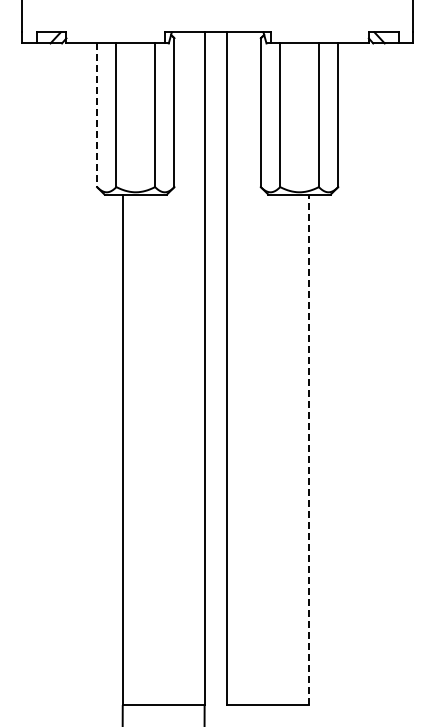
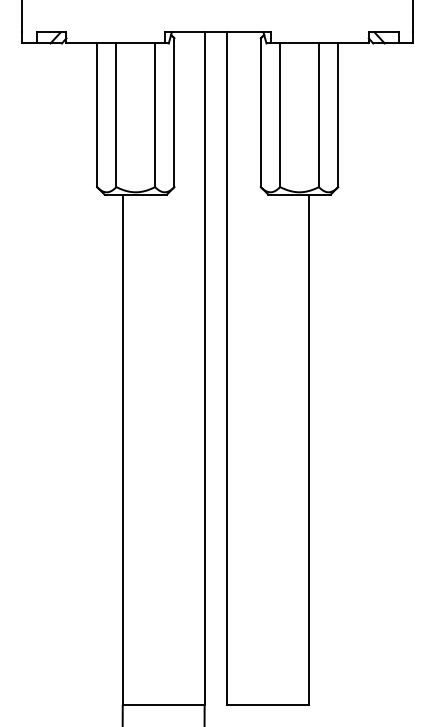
line at (97, 115): dashed -> solid
line at (308, 449): dashed -> solid
